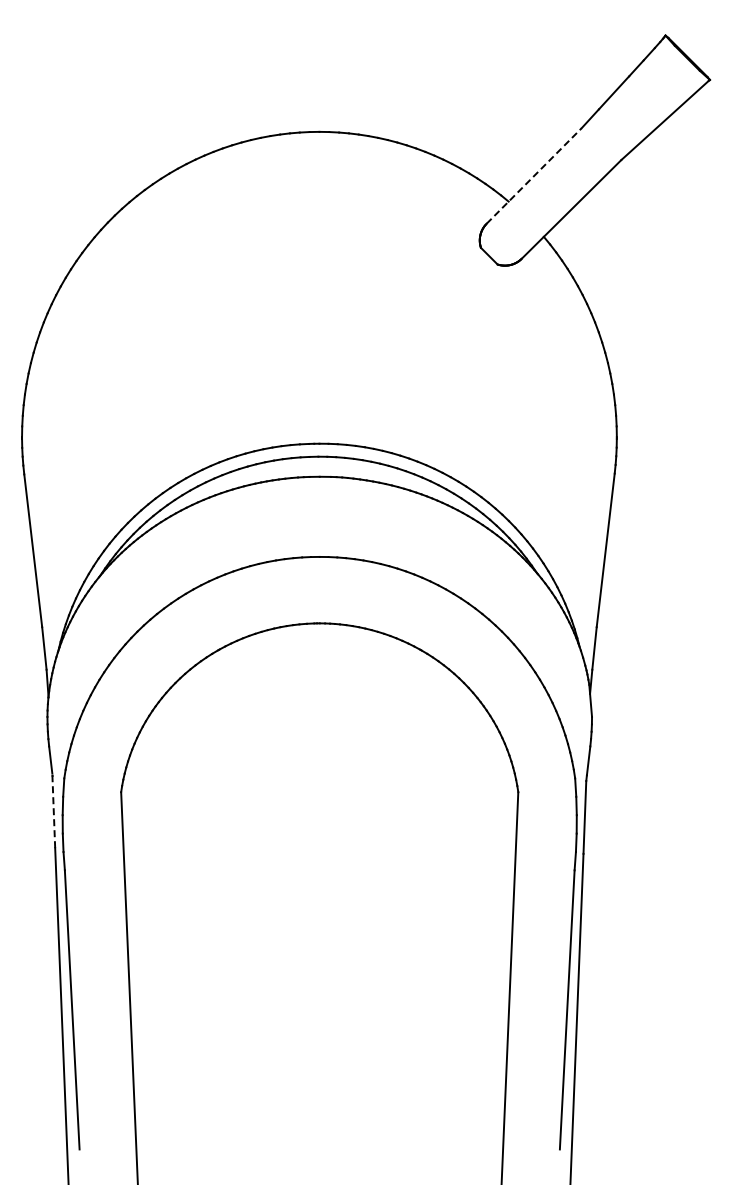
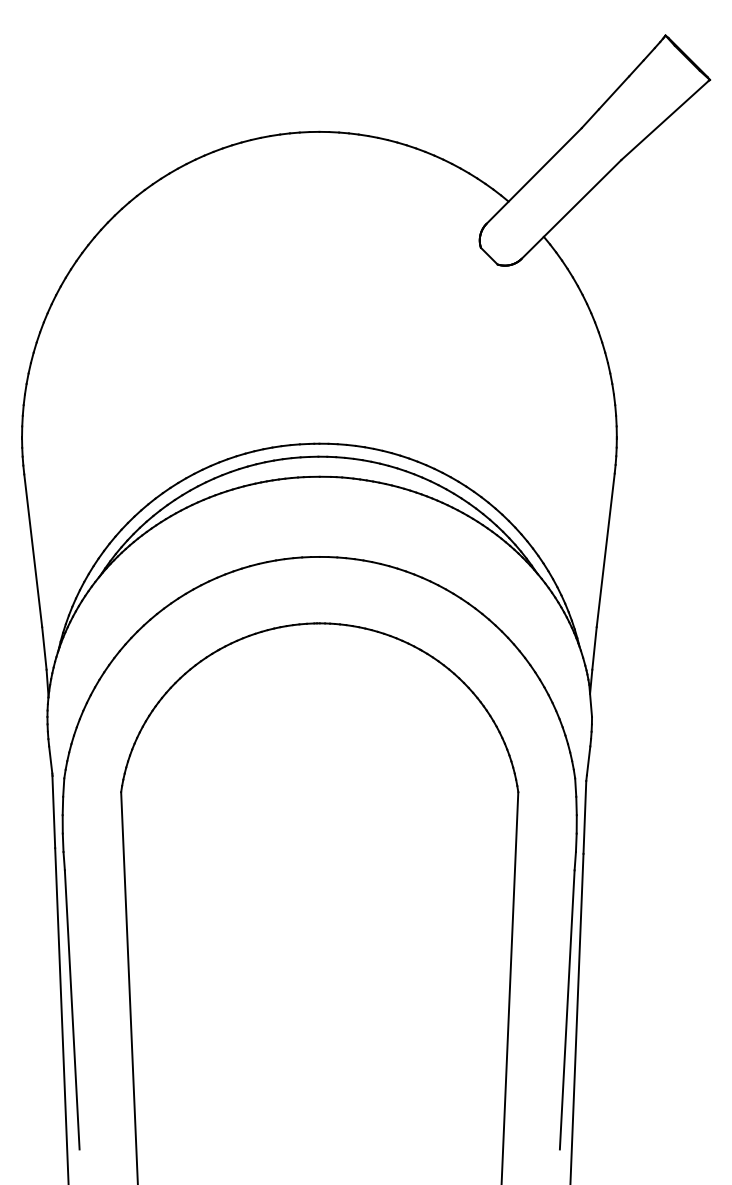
line at (534, 175): dashed -> solid
line at (53, 810): dashed -> solid
